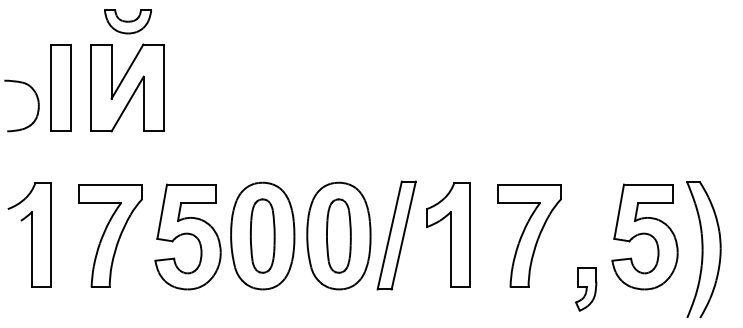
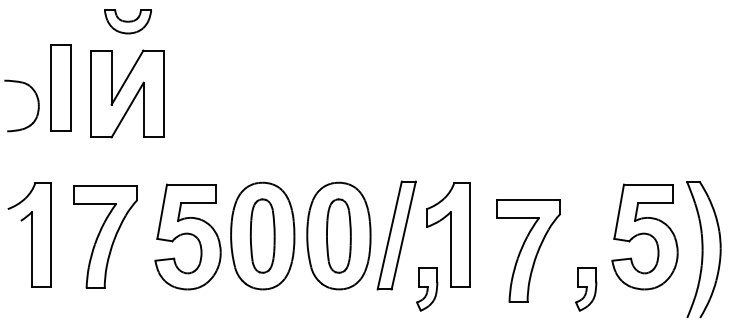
part at (127, 87) position: (127, 87) -> (127, 93)
part at (110, 235) position: (110, 235) -> (105, 236)
part at (529, 235) position: (529, 235) -> (528, 250)
part at (427, 289): none -> present
